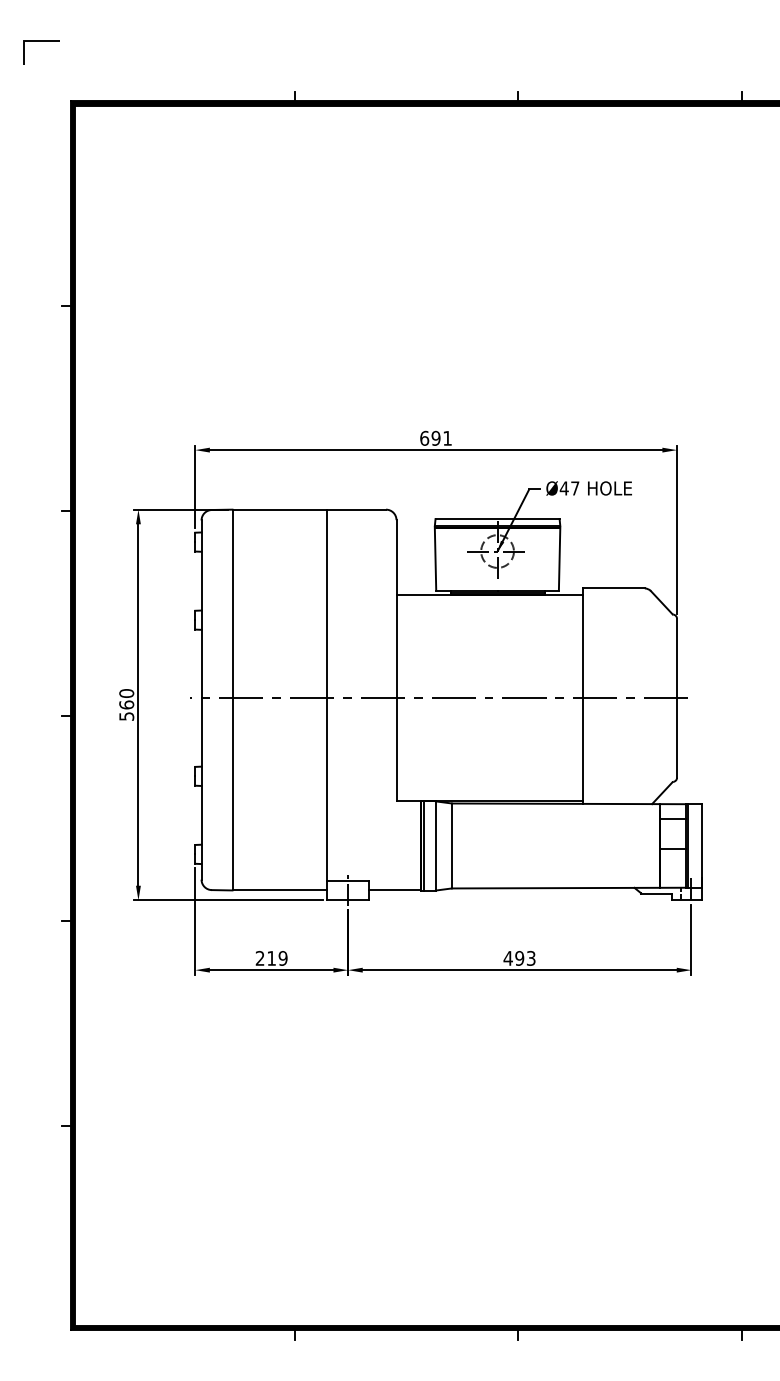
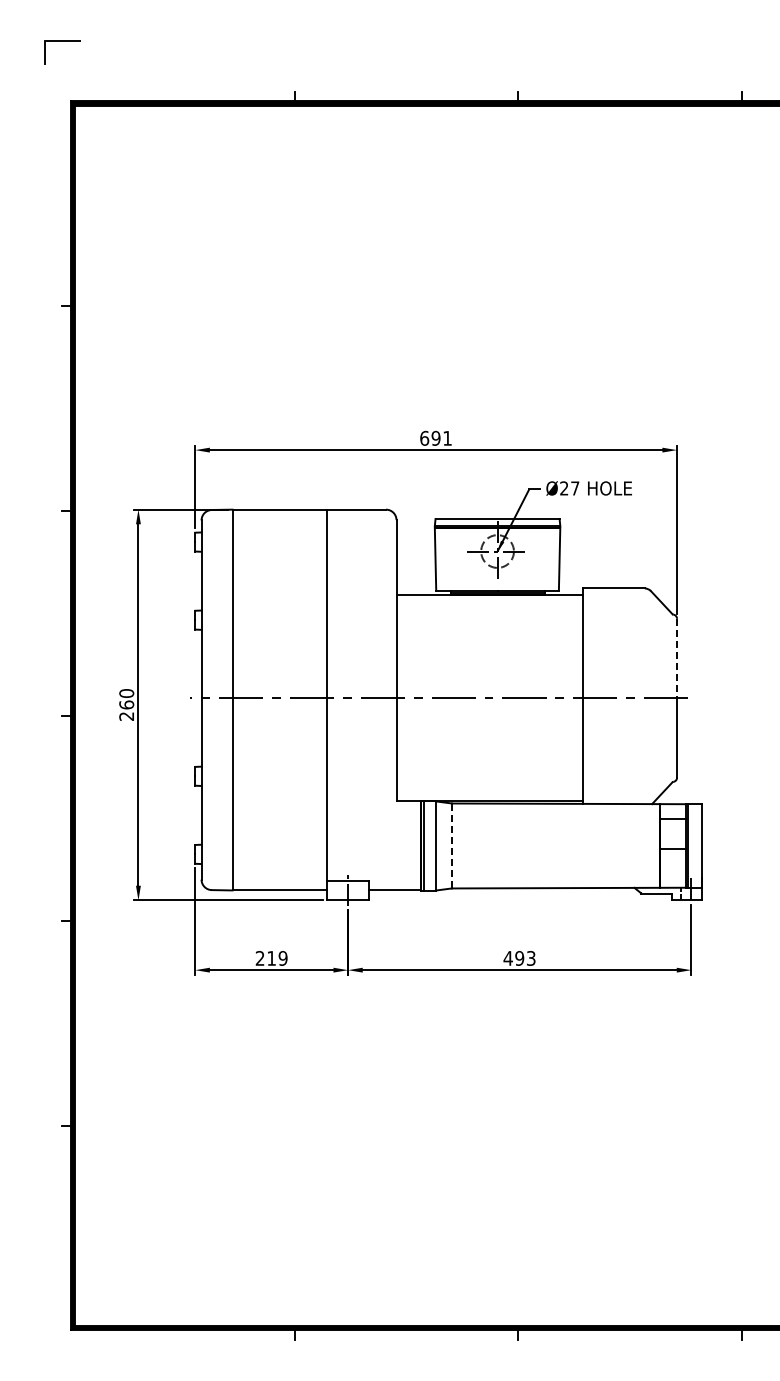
line at (41, 41) position: (41, 41) -> (62, 41)
text at (563, 488): Ø47 -> Ø27
line at (677, 658): solid -> dashed
text at (126, 716): 560 -> 260
line at (451, 846): solid -> dashed
